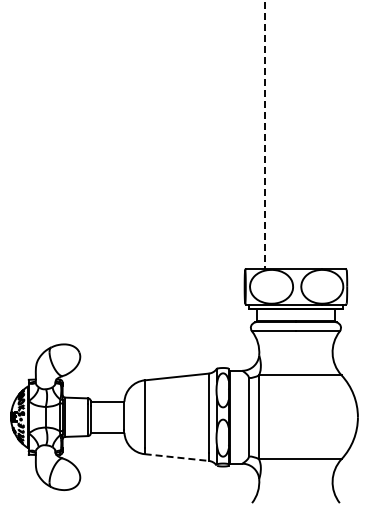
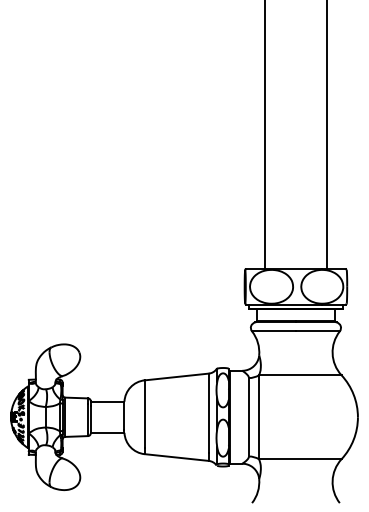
line at (264, 134): dashed -> solid
line at (326, 135): none -> present
line at (177, 457): dashed -> solid
